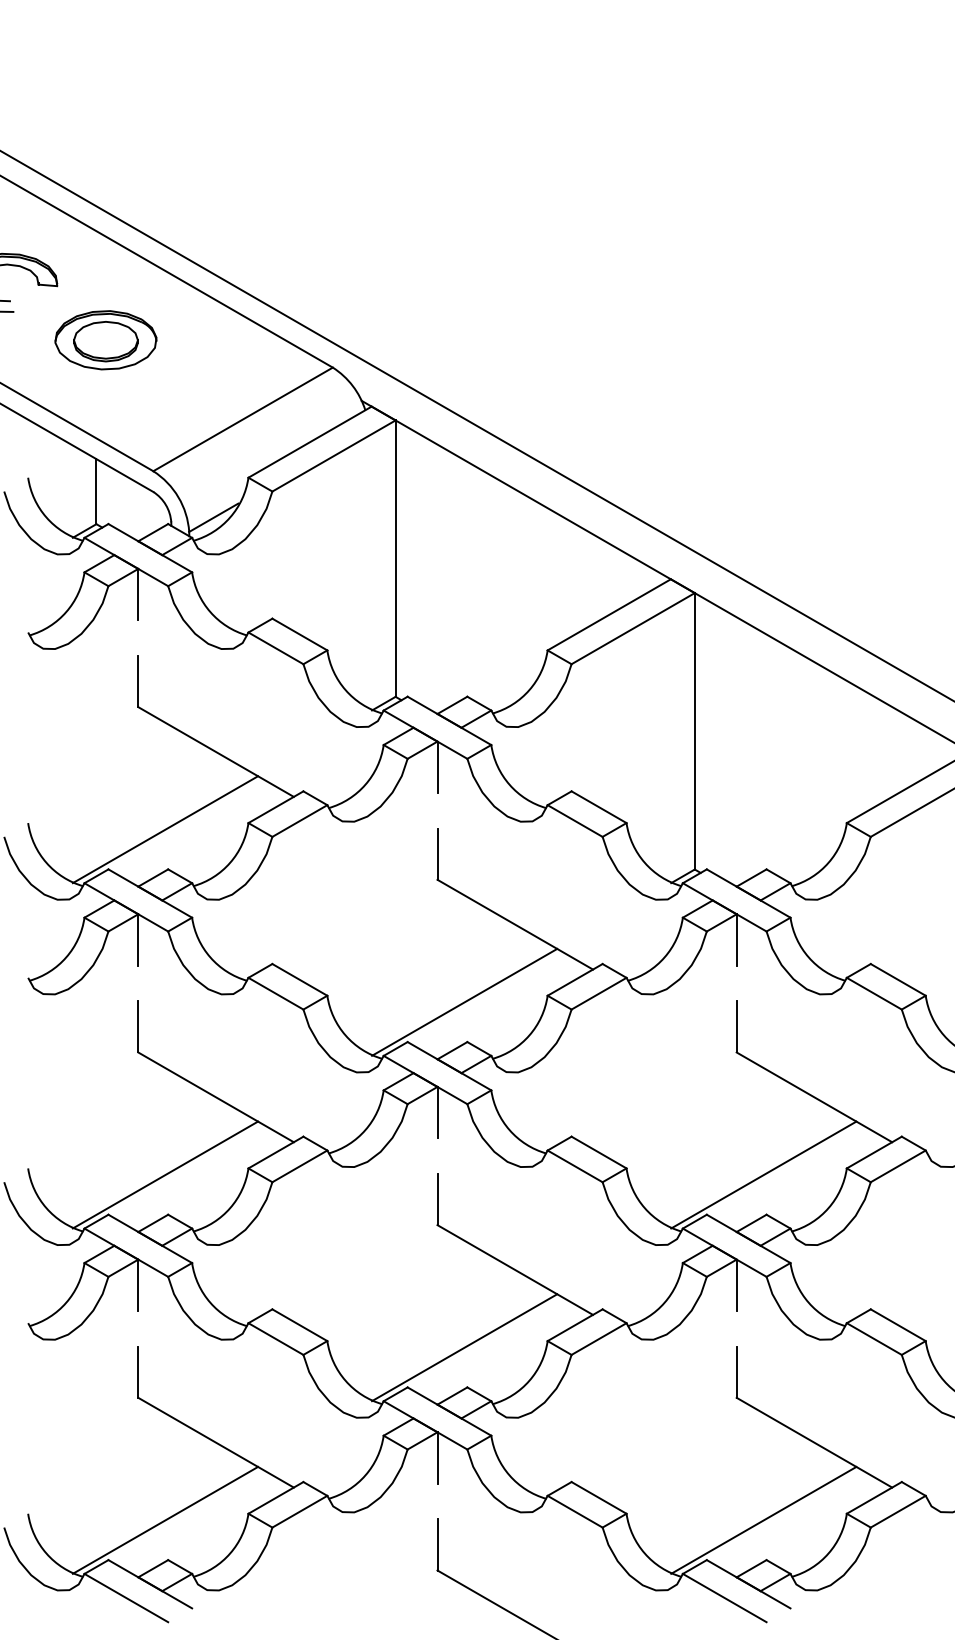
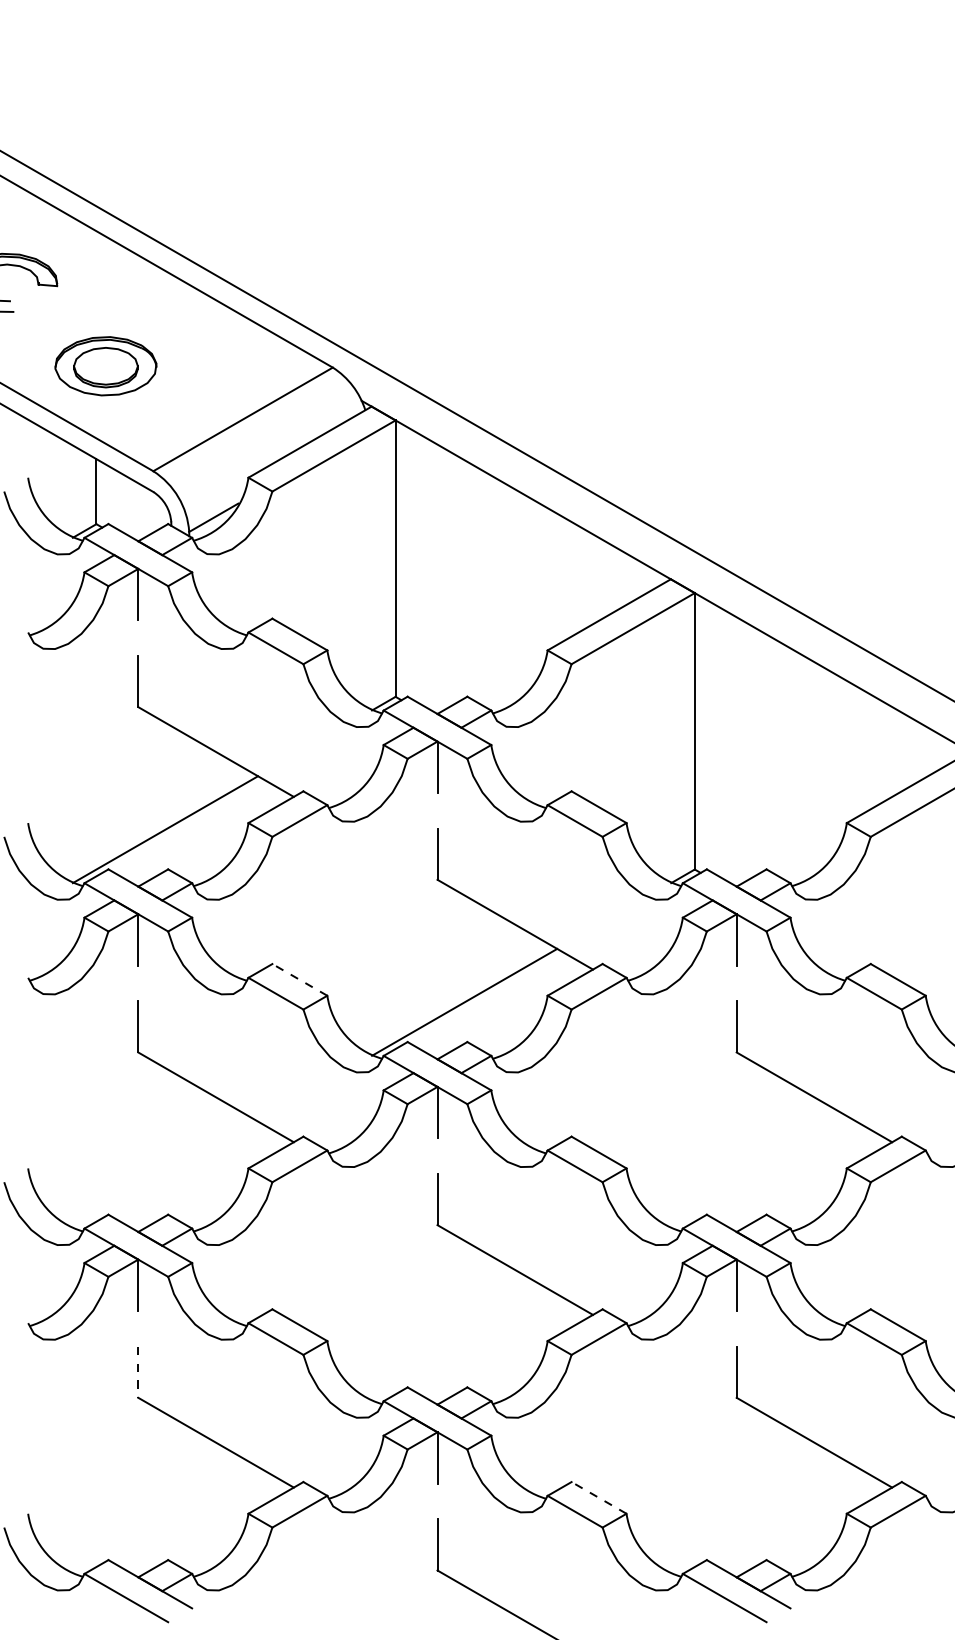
part at (105, 340) position: (105, 340) -> (105, 366)
line at (299, 979): solid -> dashed
line at (165, 1174): present -> none
line at (763, 1174): present -> none
line at (464, 1347): present -> none
line at (138, 1372): solid -> dashed
line at (599, 1497): solid -> dashed
line at (165, 1519): present -> none
line at (763, 1519): present -> none
